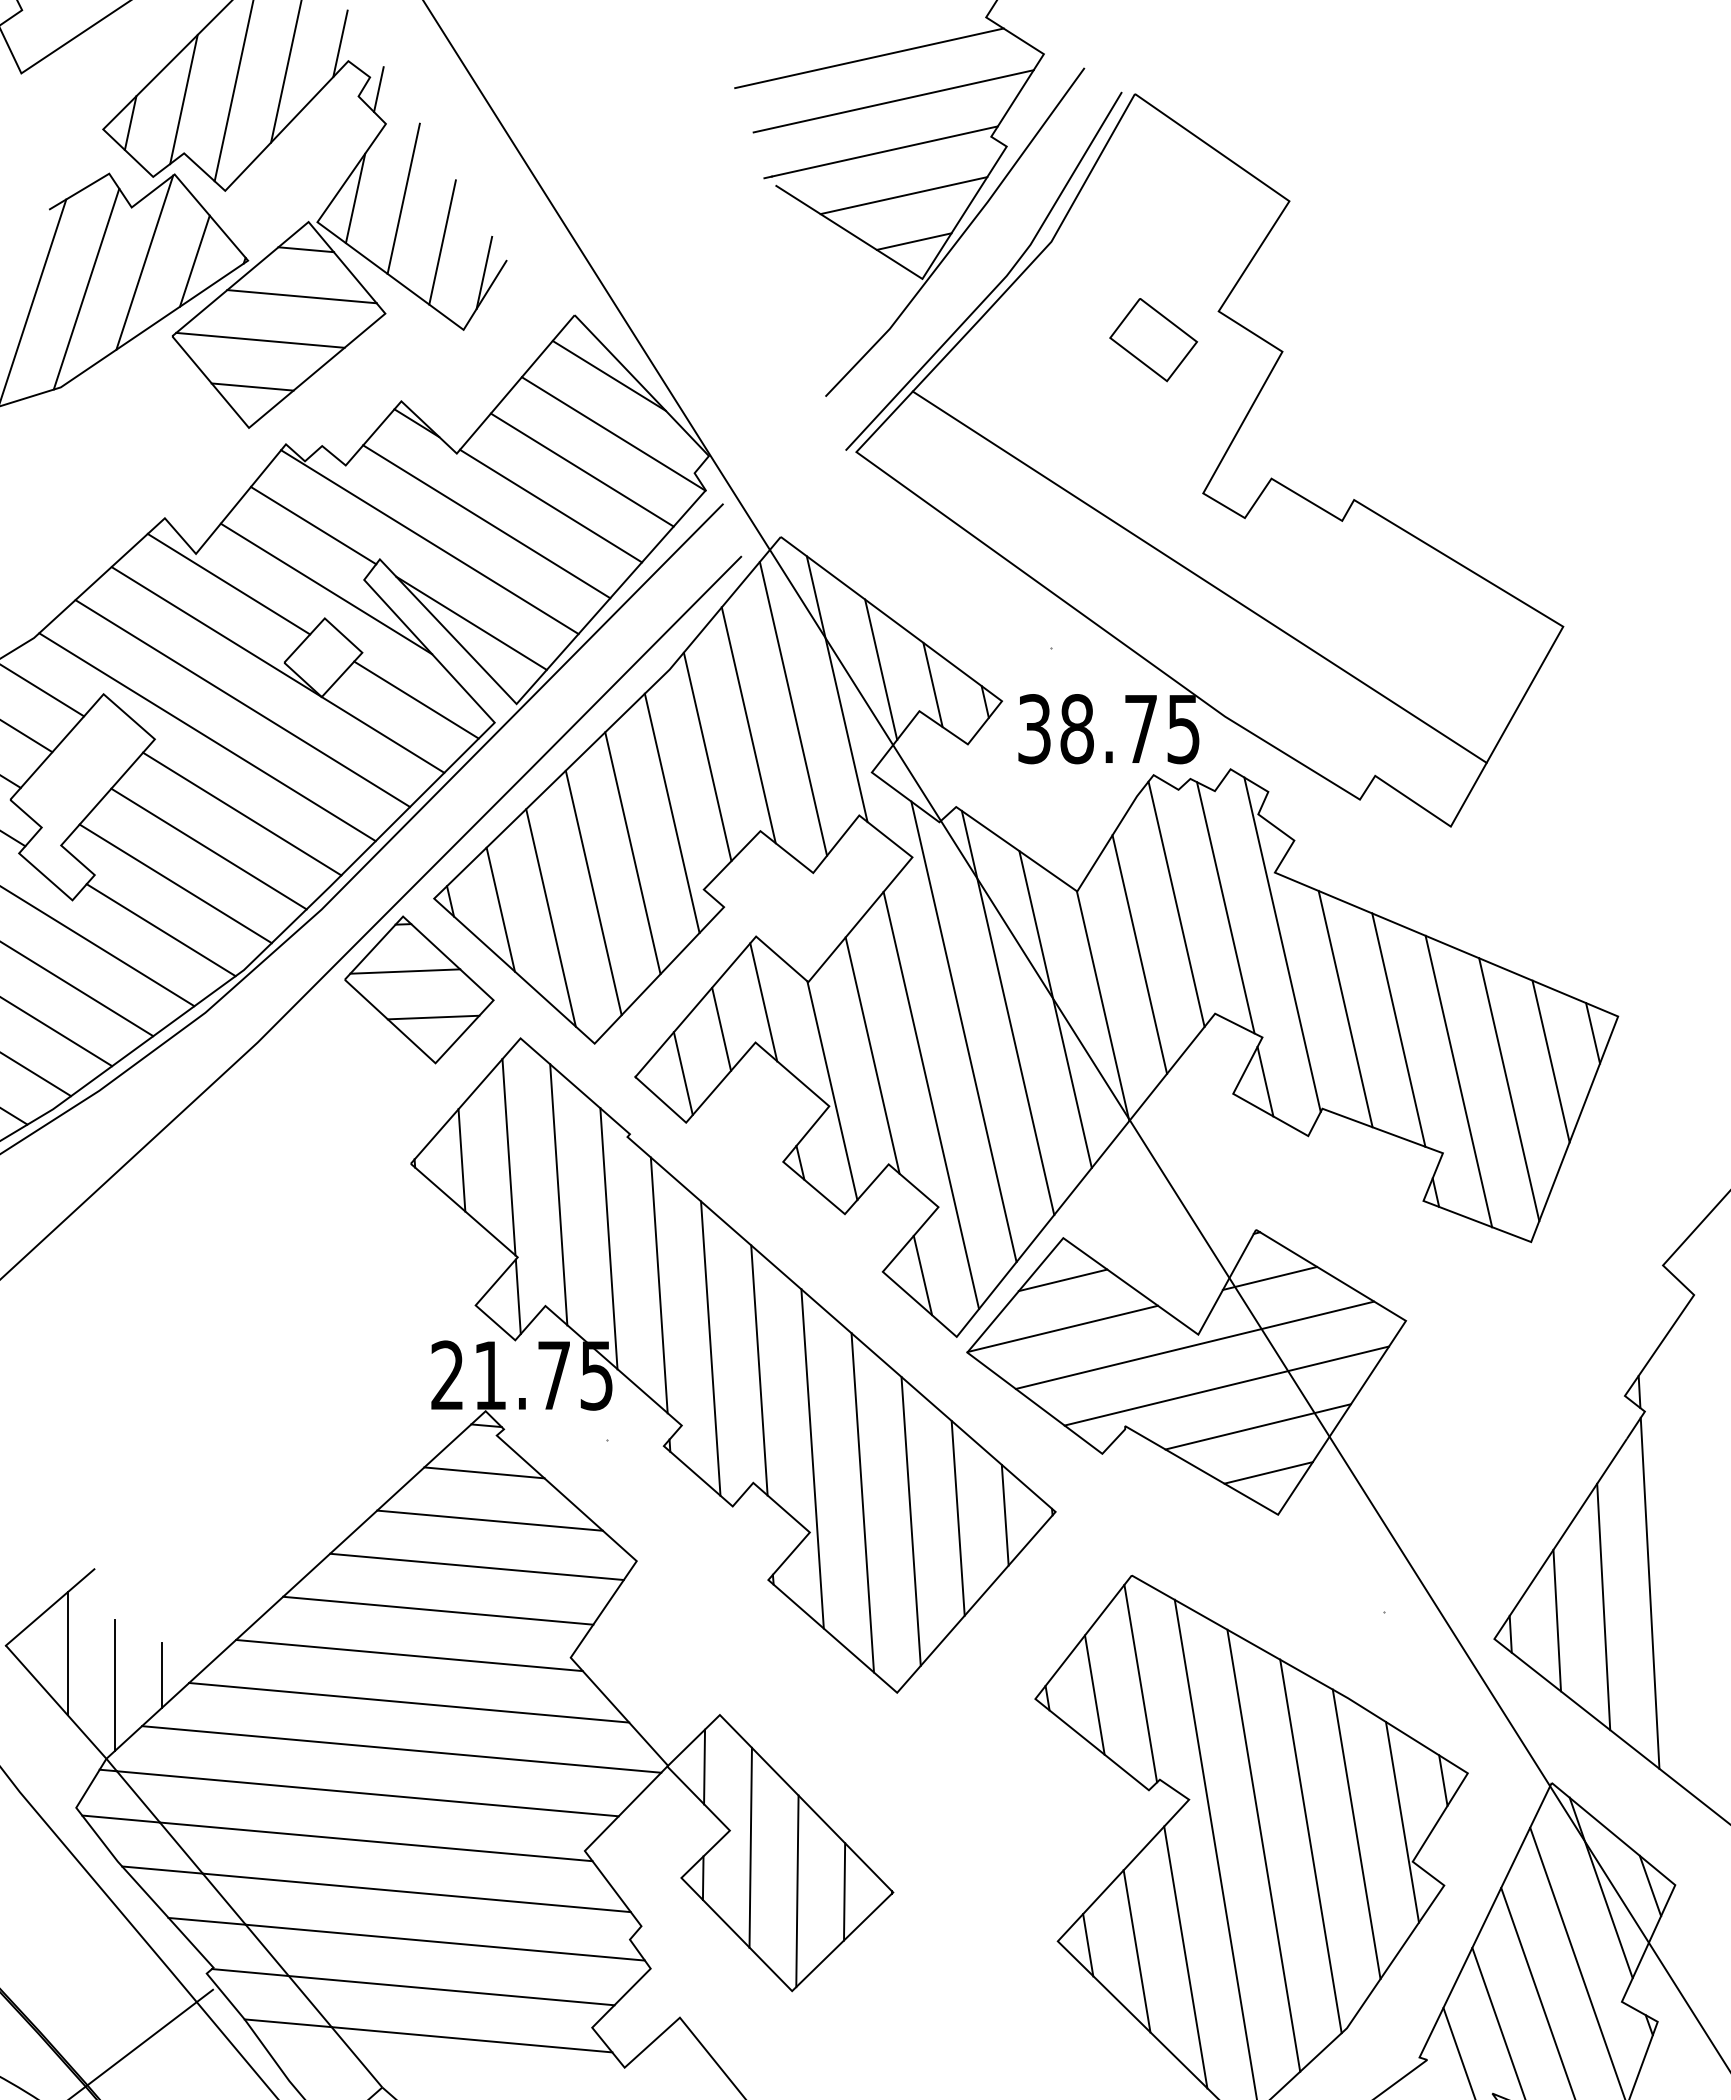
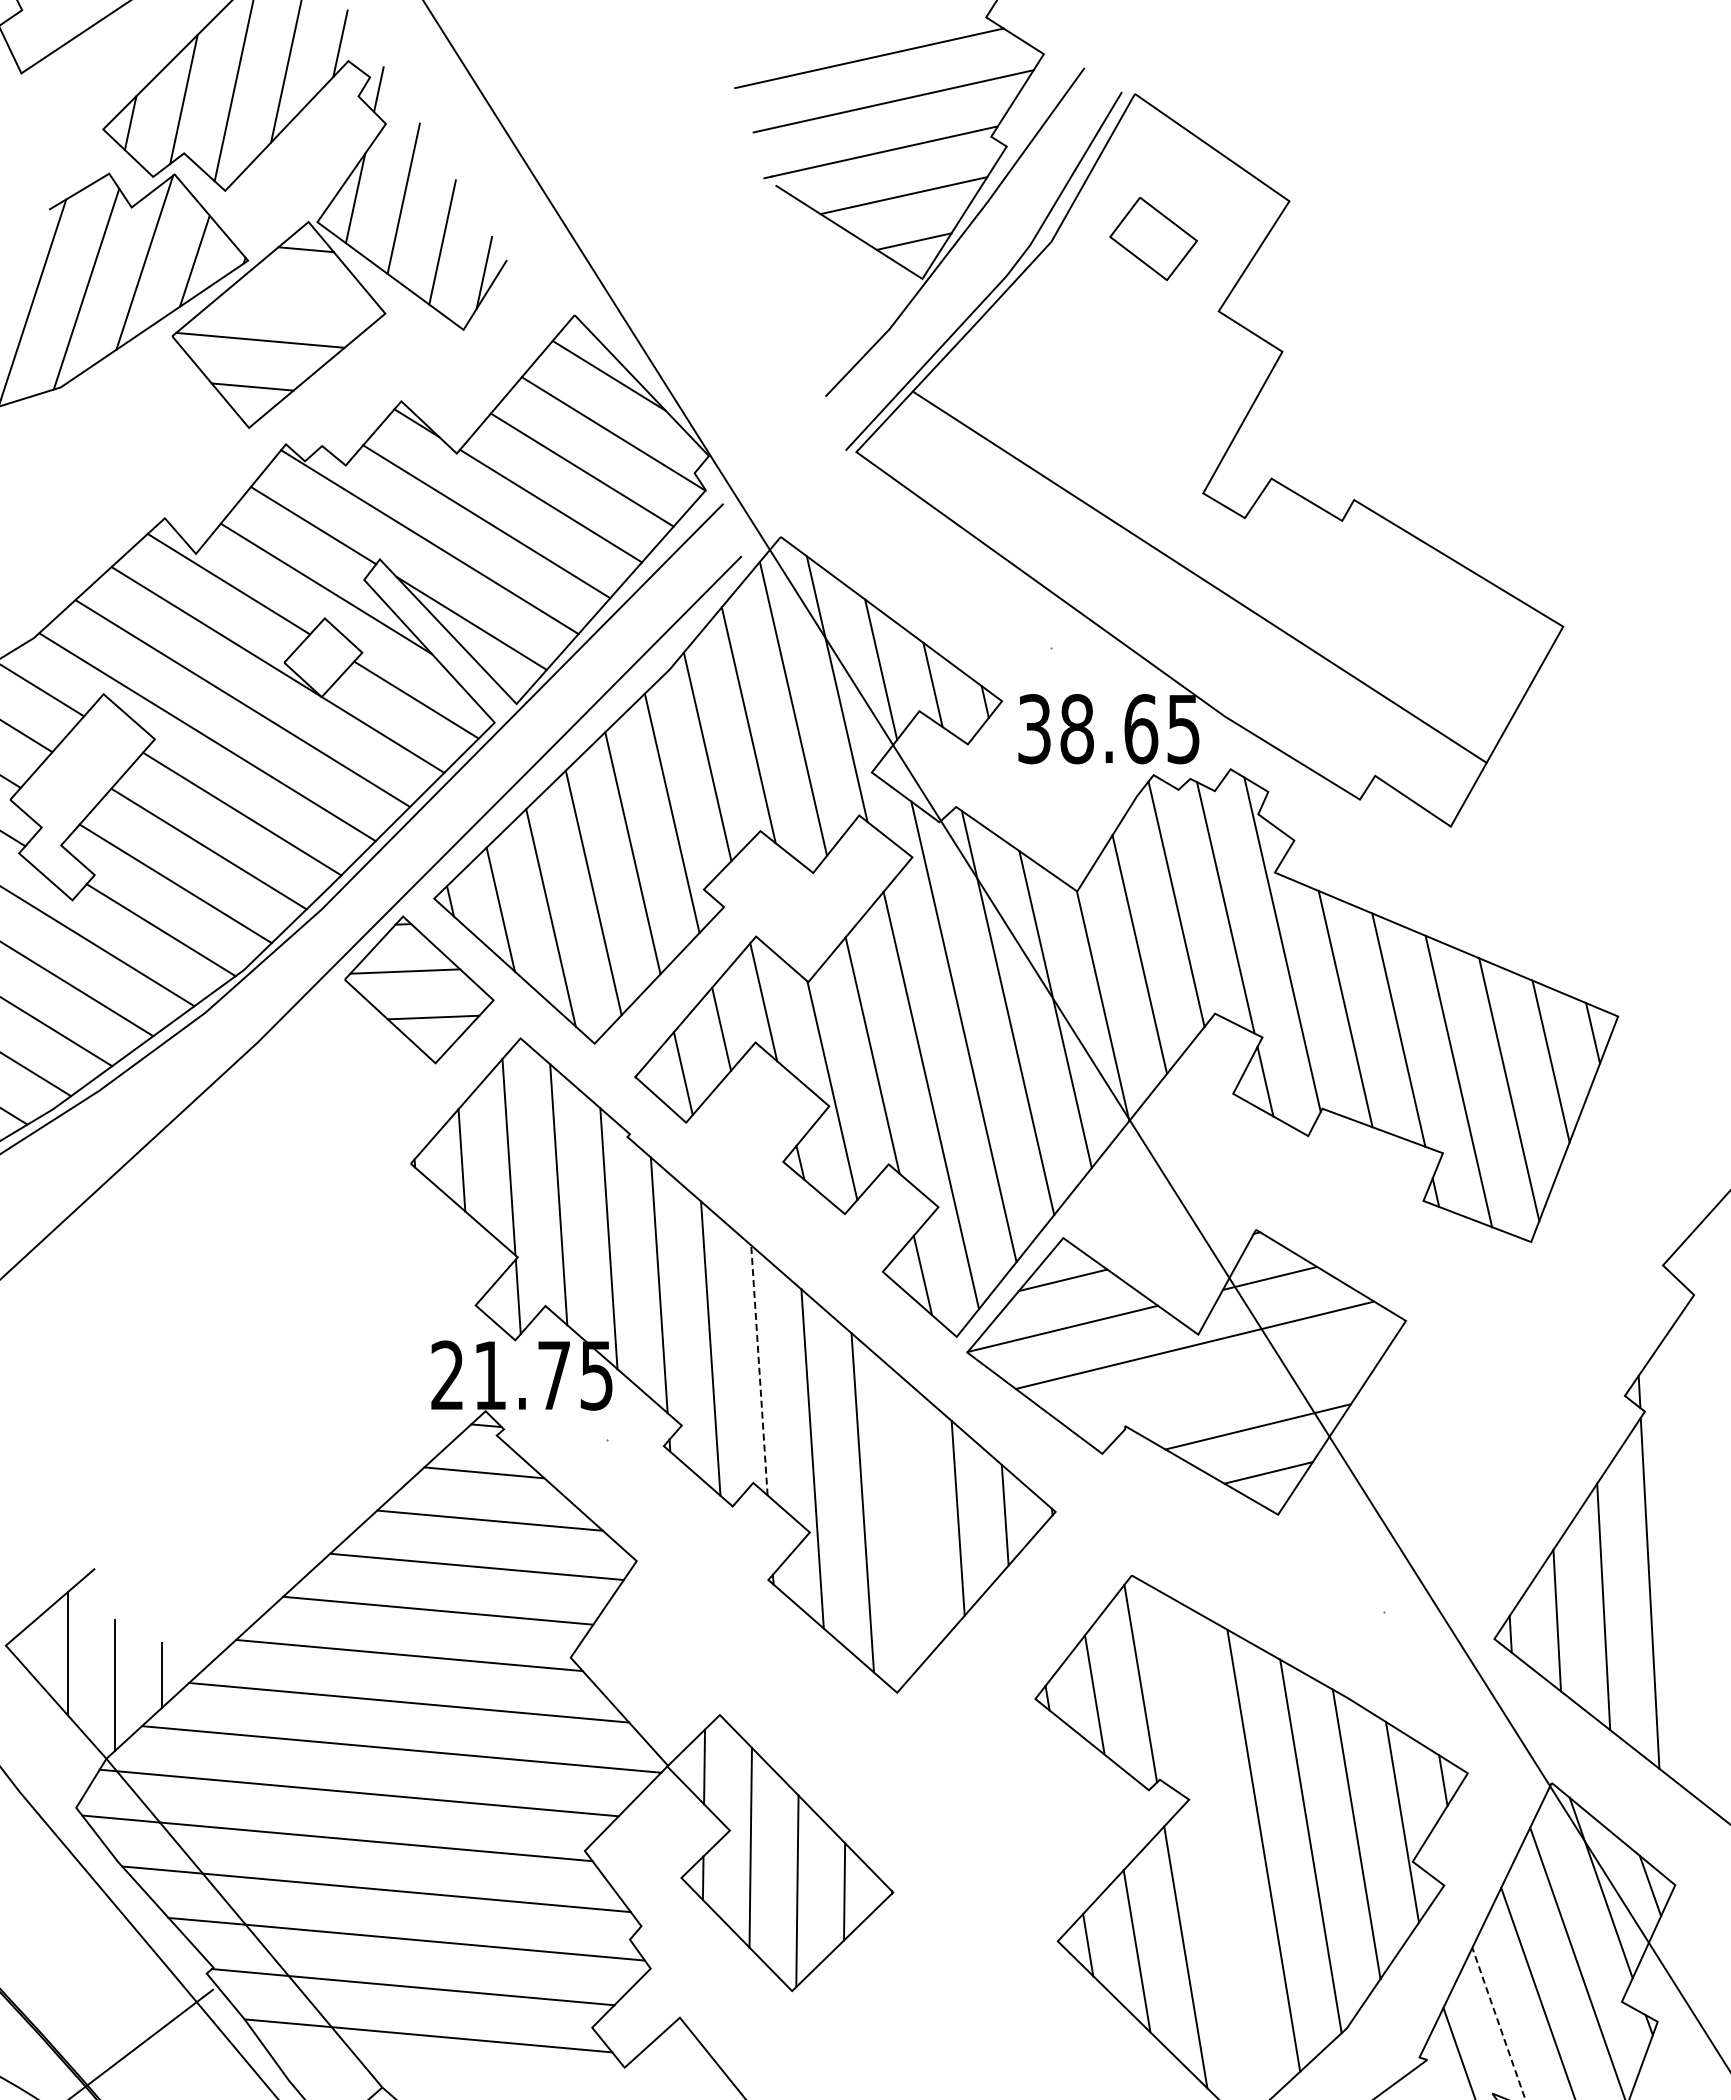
line at (301, 296): present -> none
part at (1153, 340) position: (1153, 340) -> (1153, 239)
text at (1141, 729): 38.75 -> 38.65
line at (759, 1370): solid -> dashed
line at (1226, 1385): present -> none
line at (910, 1521): present -> none
line at (1215, 1847): present -> none
line at (1498, 2023): solid -> dashed
